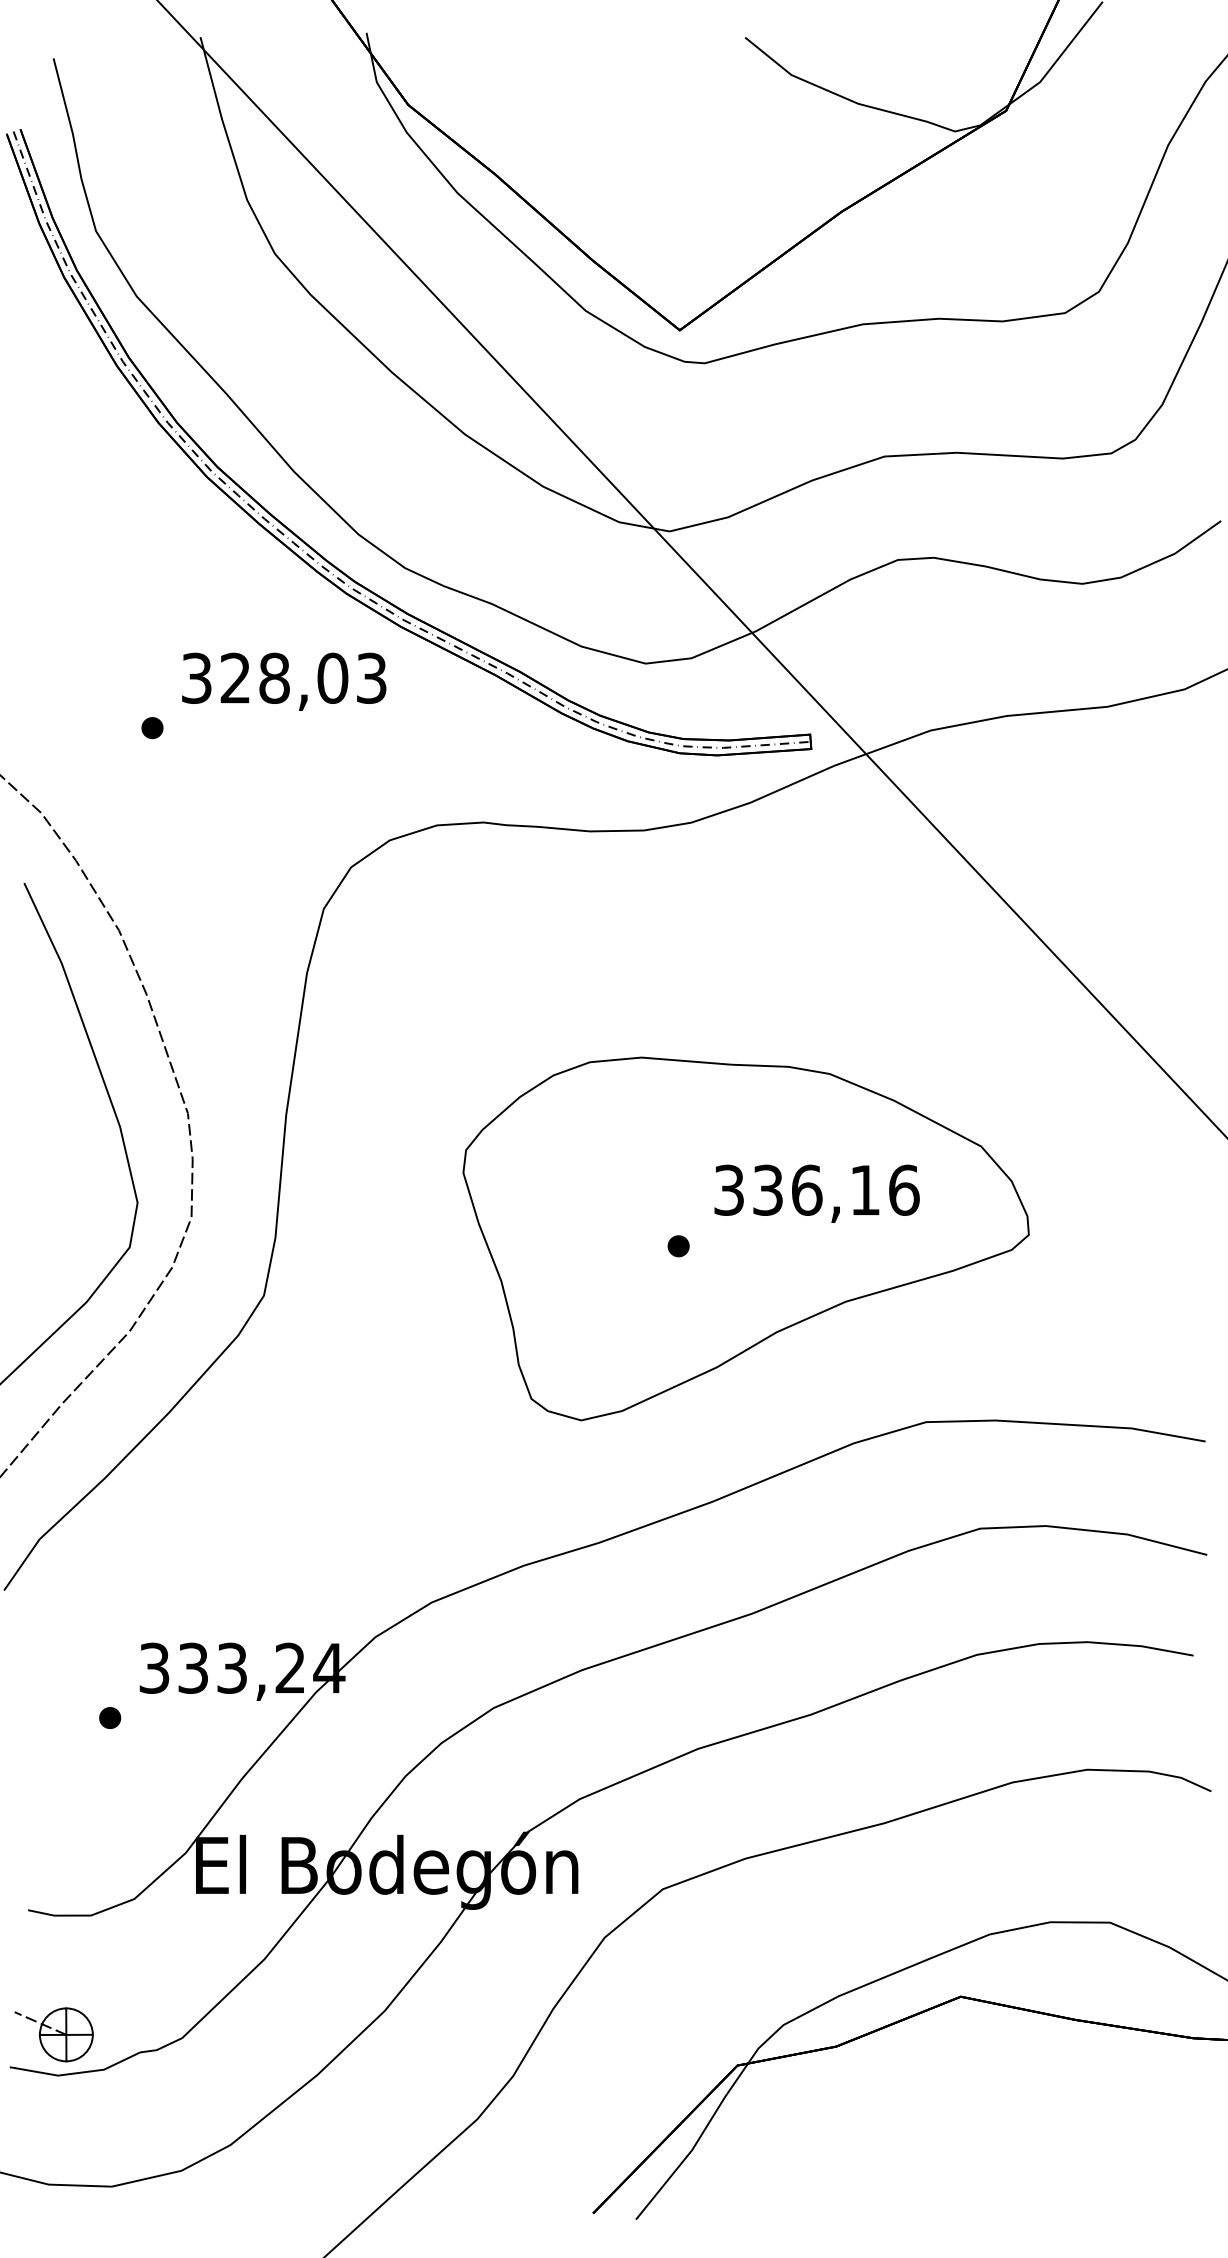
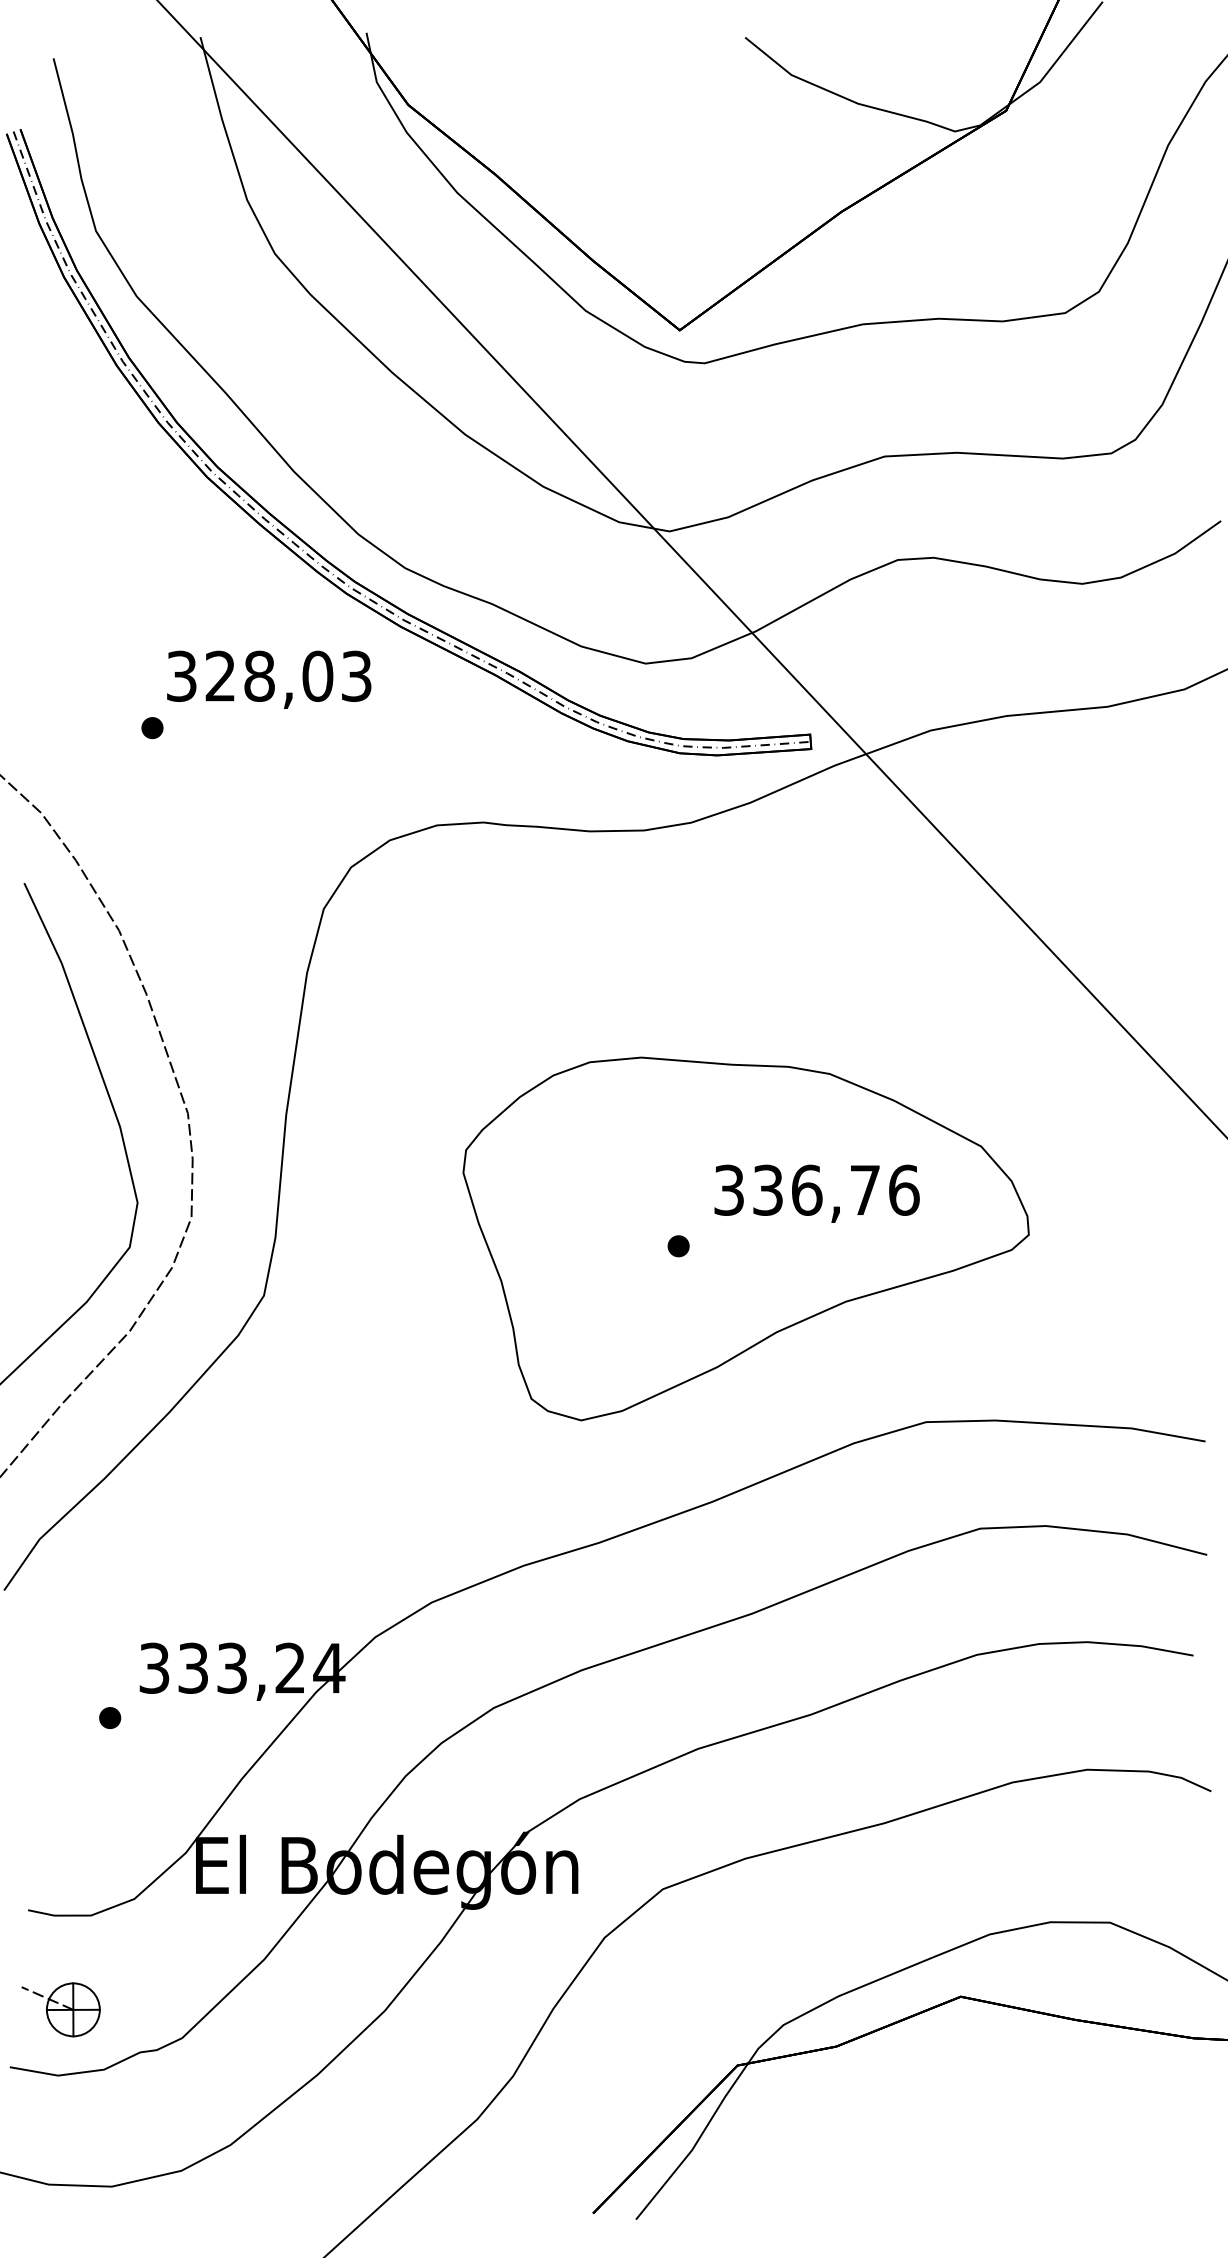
text at (284, 681) position: (284, 681) -> (269, 679)
text at (865, 1189): 336,16 -> 336,76
part at (53, 2034) position: (53, 2034) -> (60, 2009)
